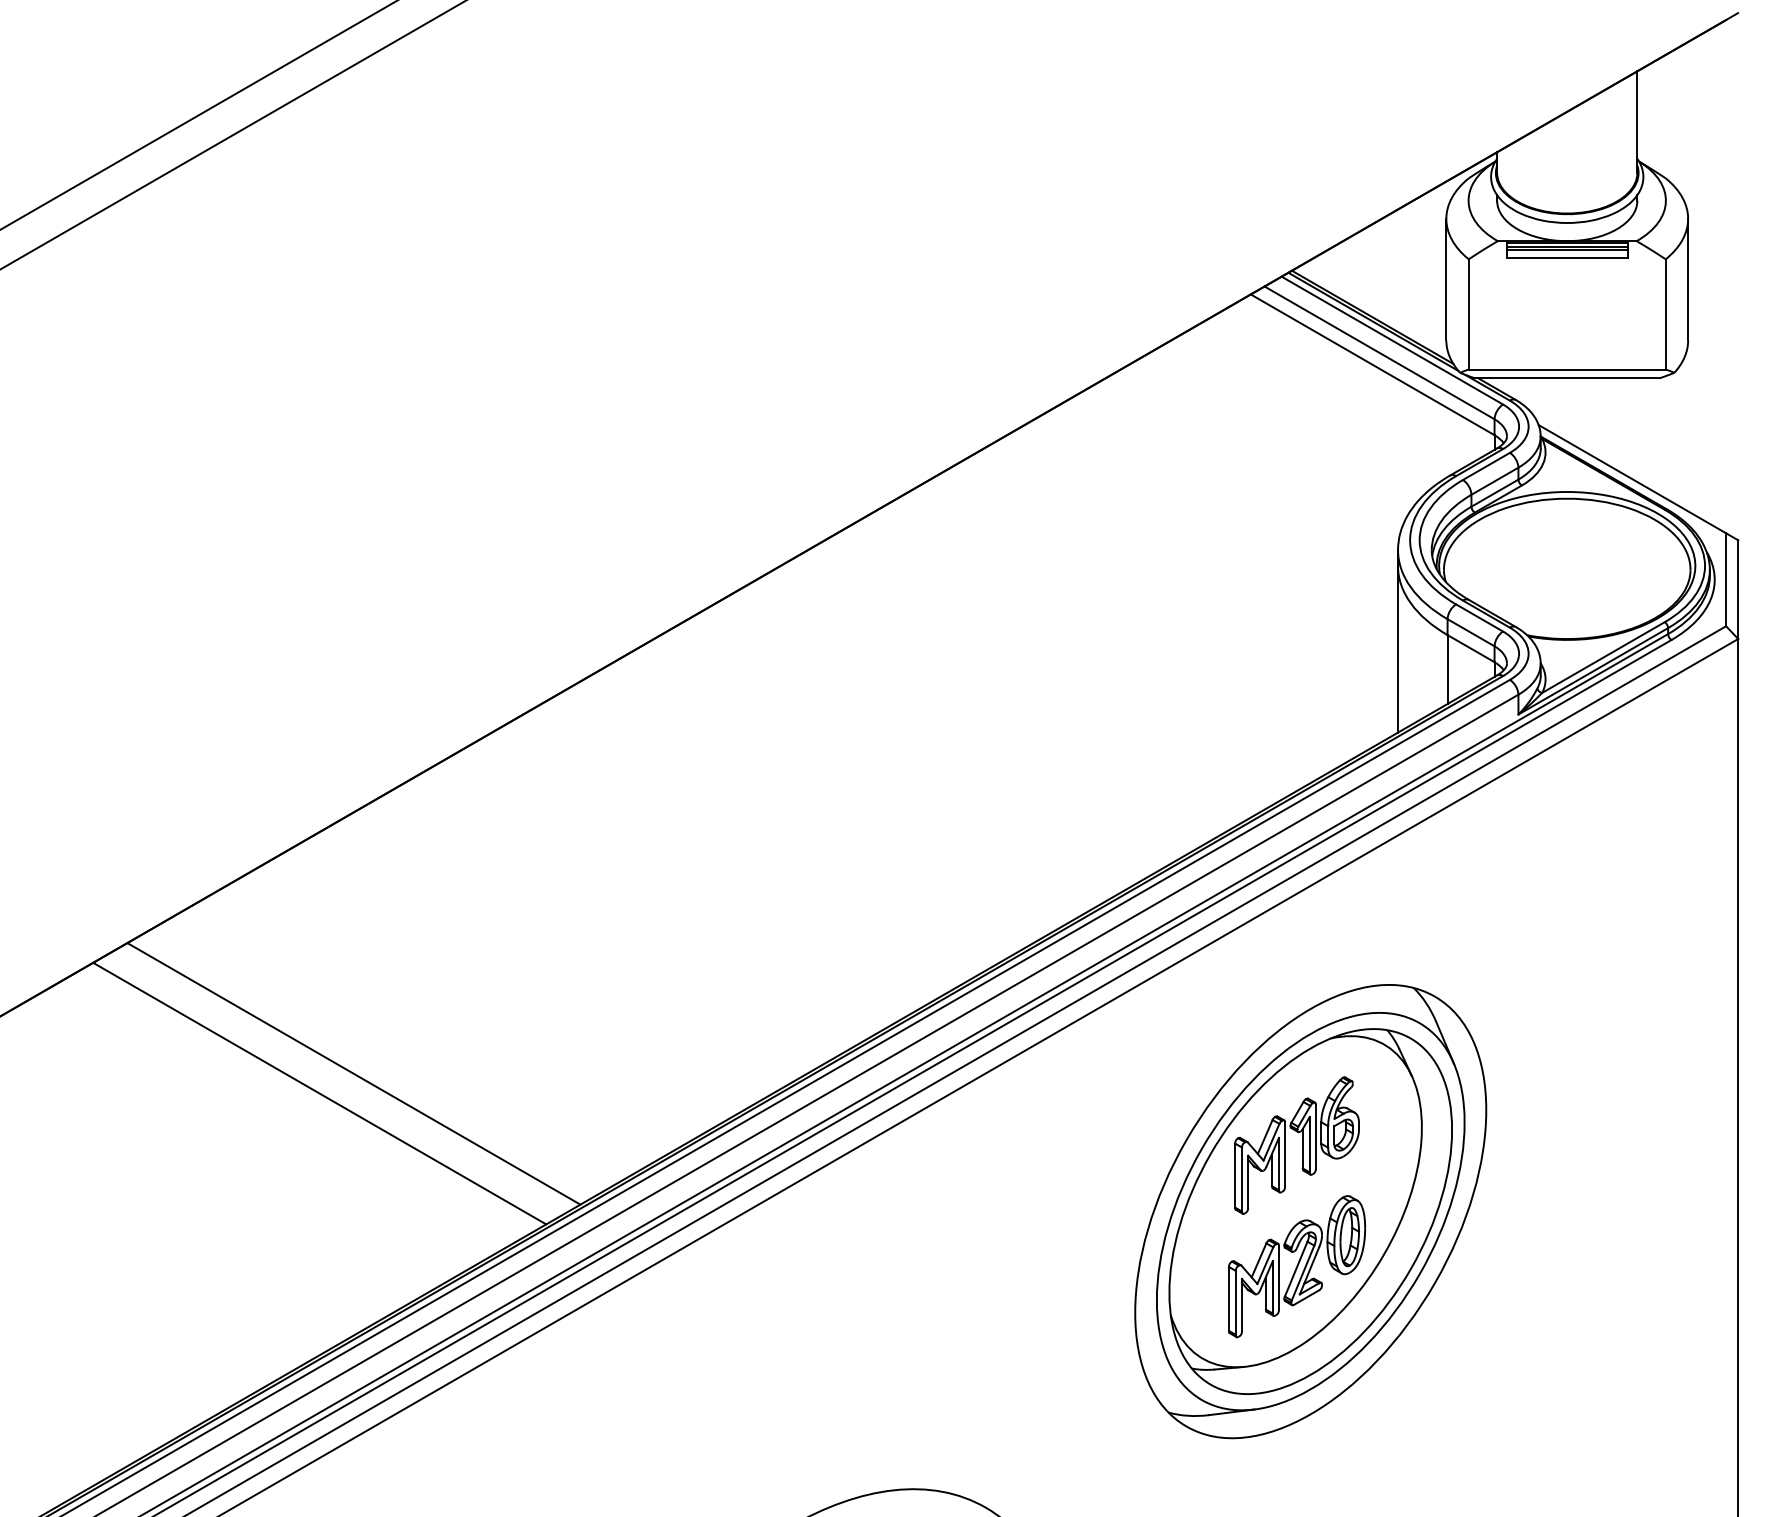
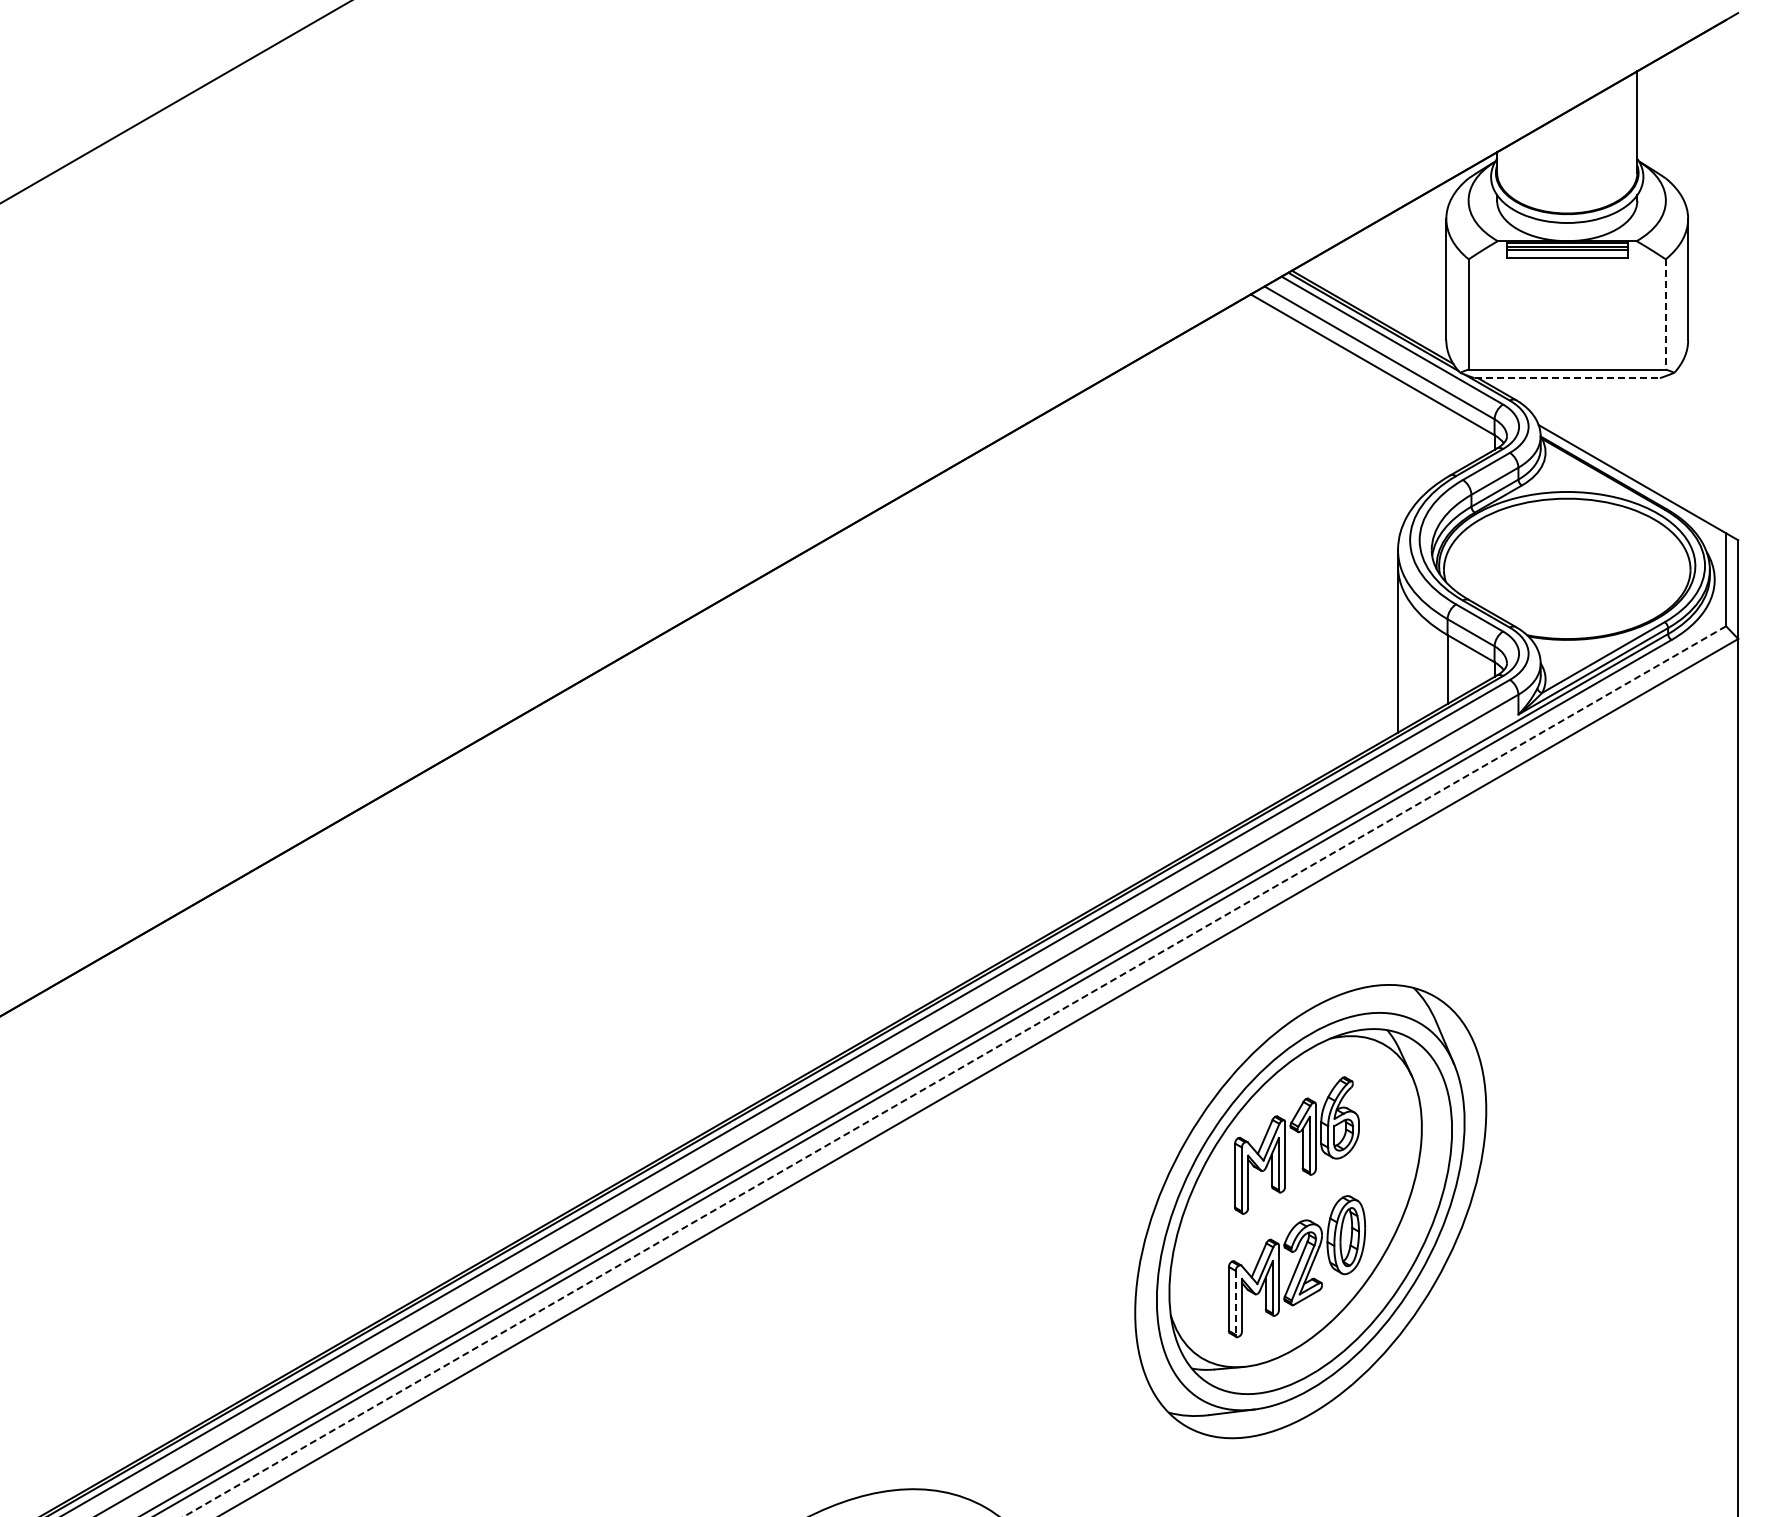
line at (198, 115) position: (198, 115) -> (175, 102)
line at (232, 135): present -> none
line at (1665, 314): solid -> dashed
line at (1567, 378): solid -> dashed
line at (954, 1071): solid -> dashed
line at (353, 1073): present -> none
line at (319, 1093): present -> none
line at (1235, 1302): solid -> dashed
